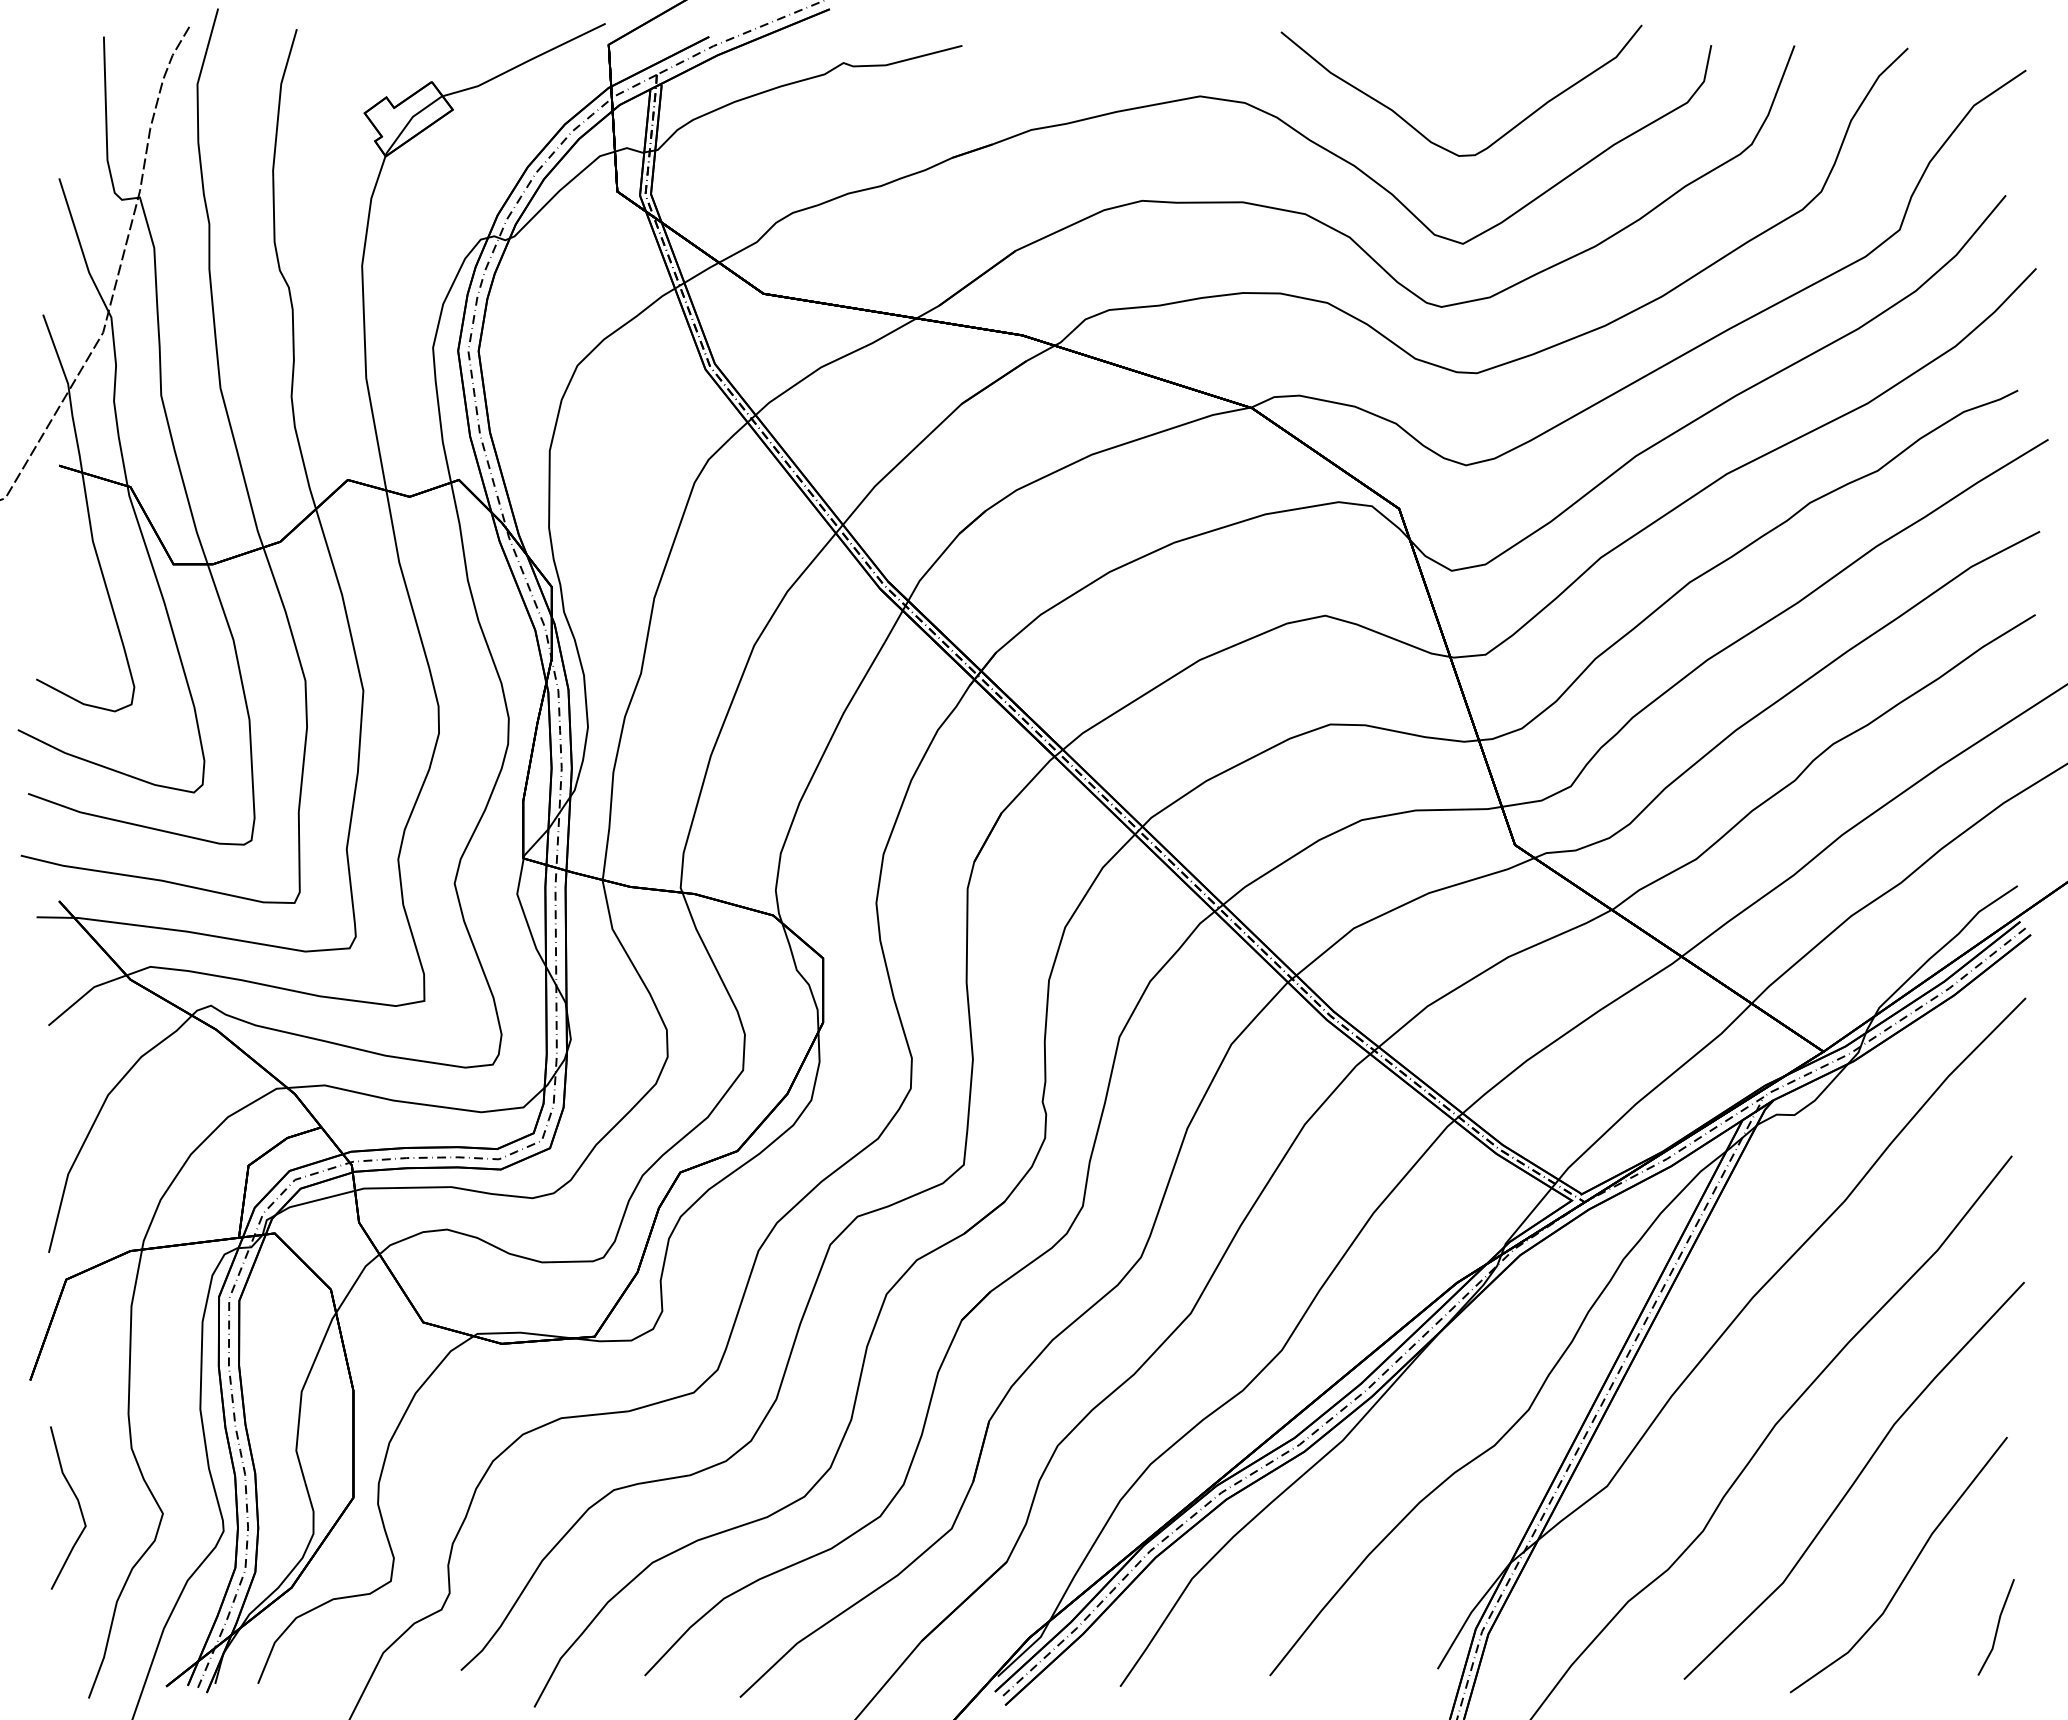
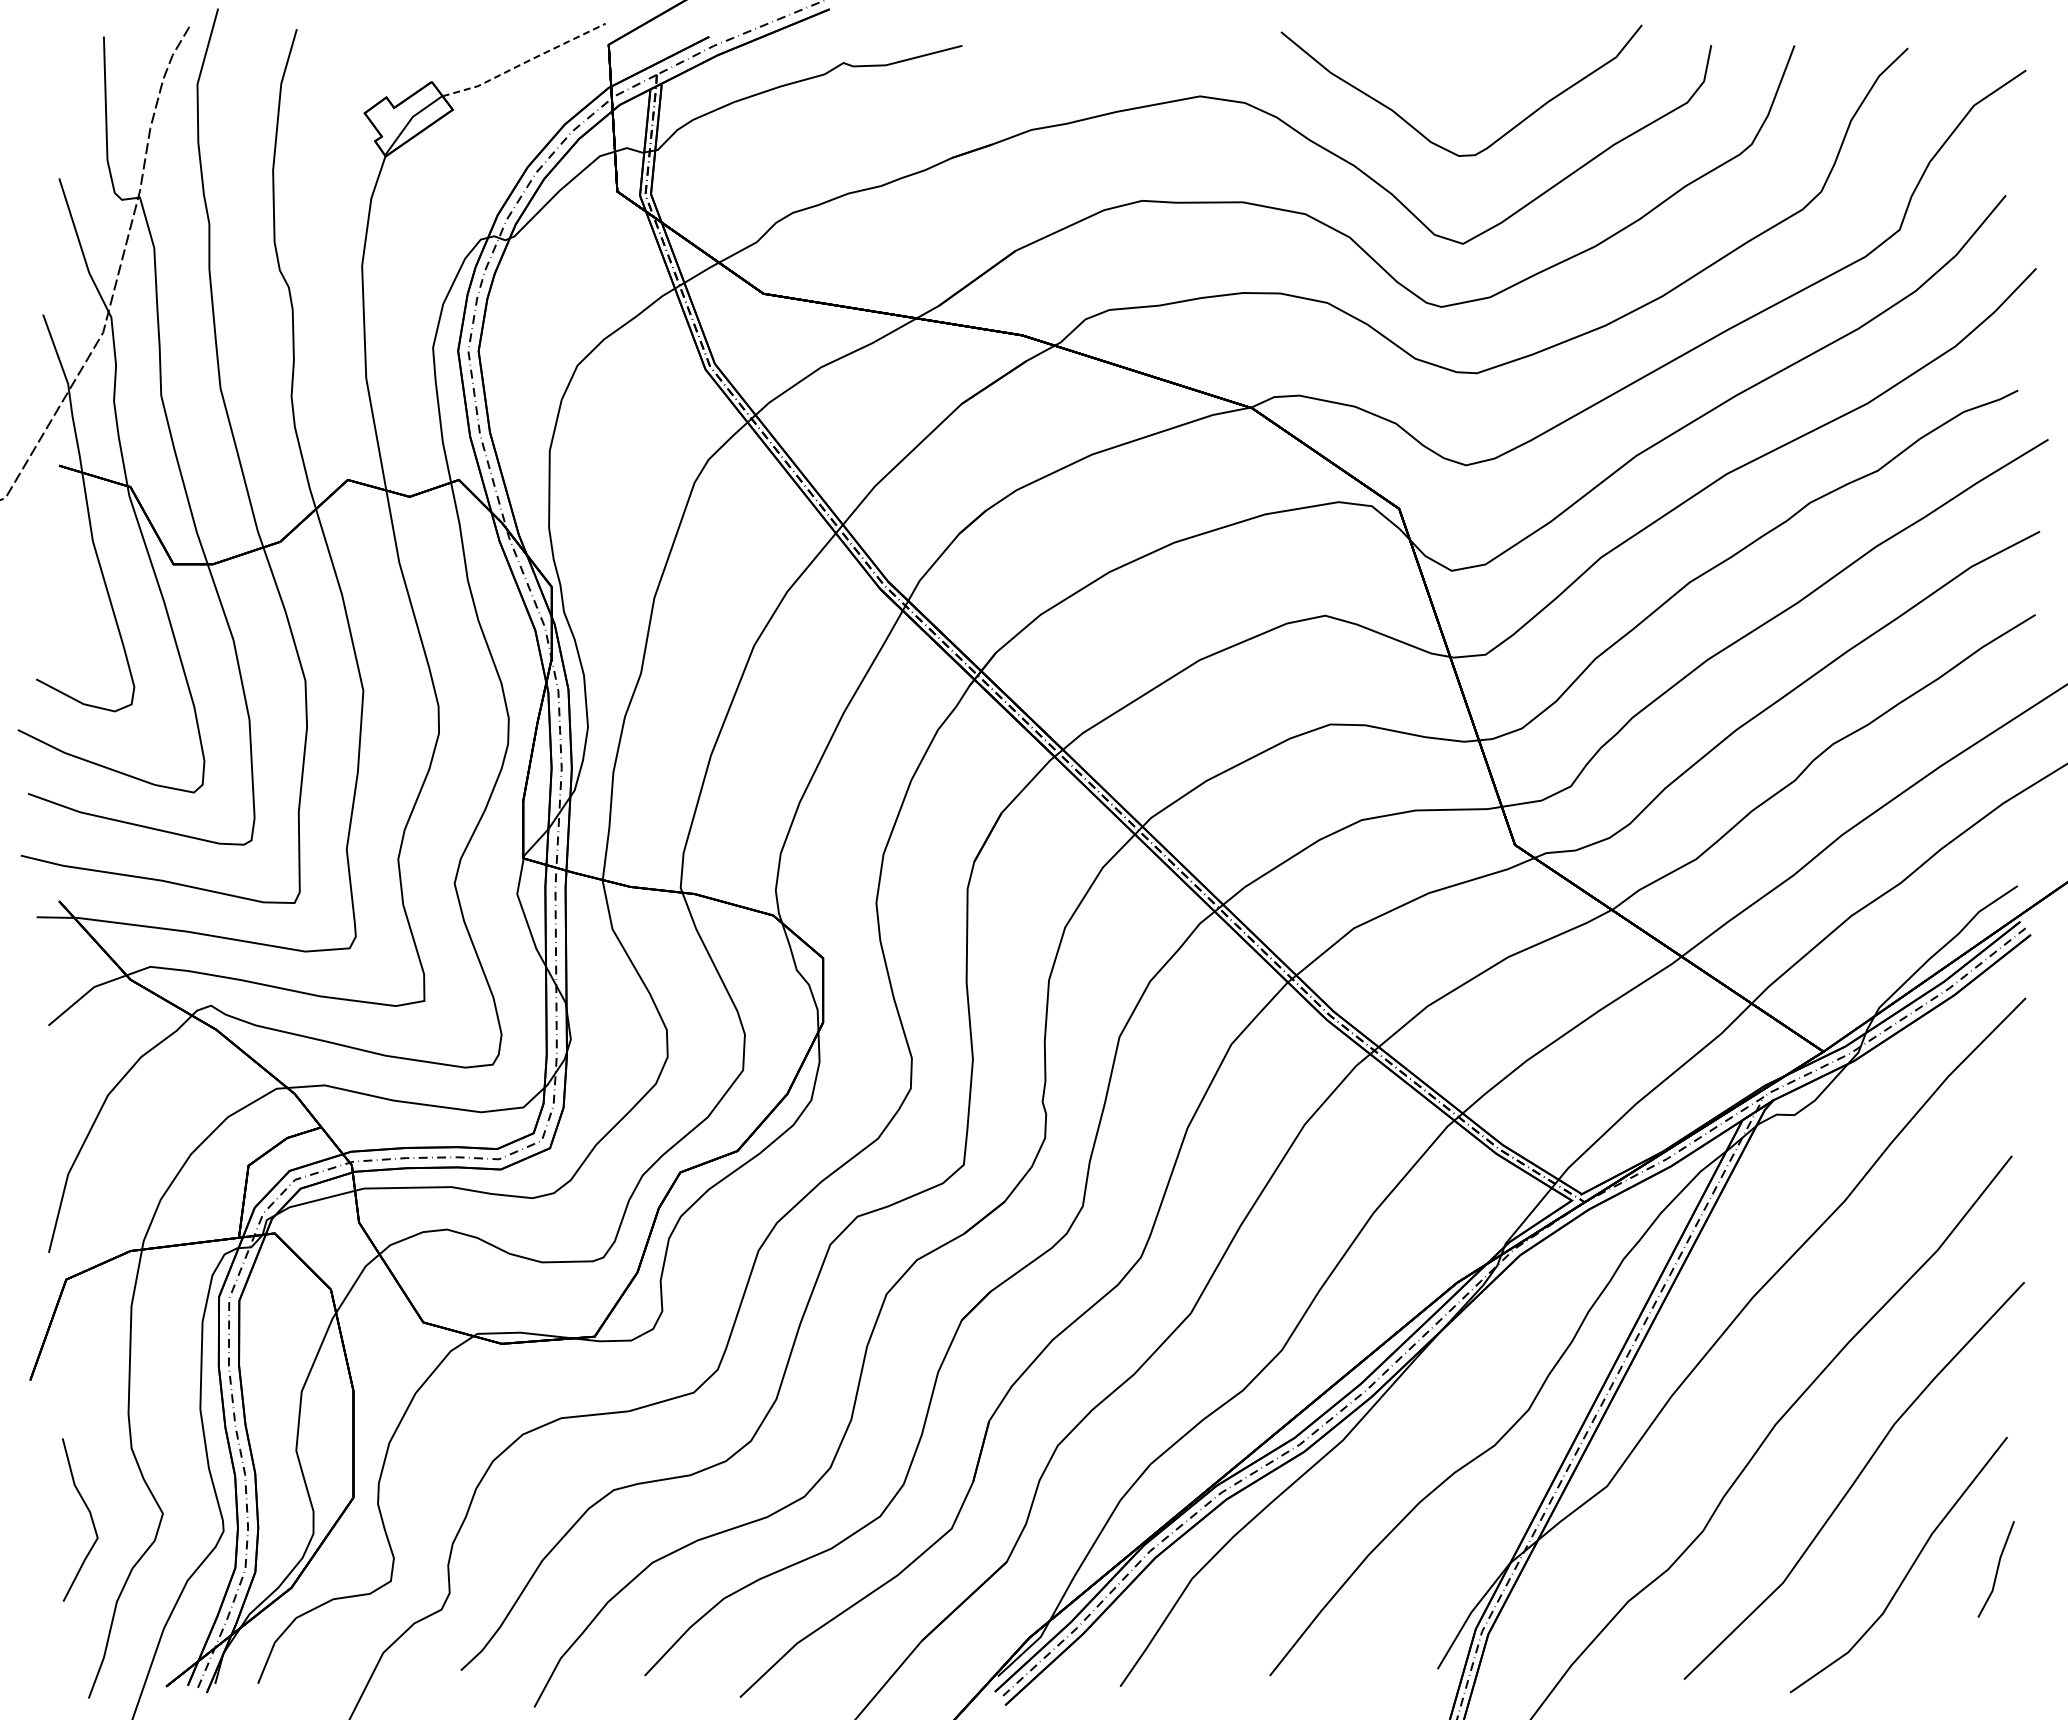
line at (524, 62): solid -> dashed
curve at (78, 1505) position: (78, 1505) -> (90, 1517)
line at (1996, 1627) position: (1996, 1627) -> (1996, 1569)
